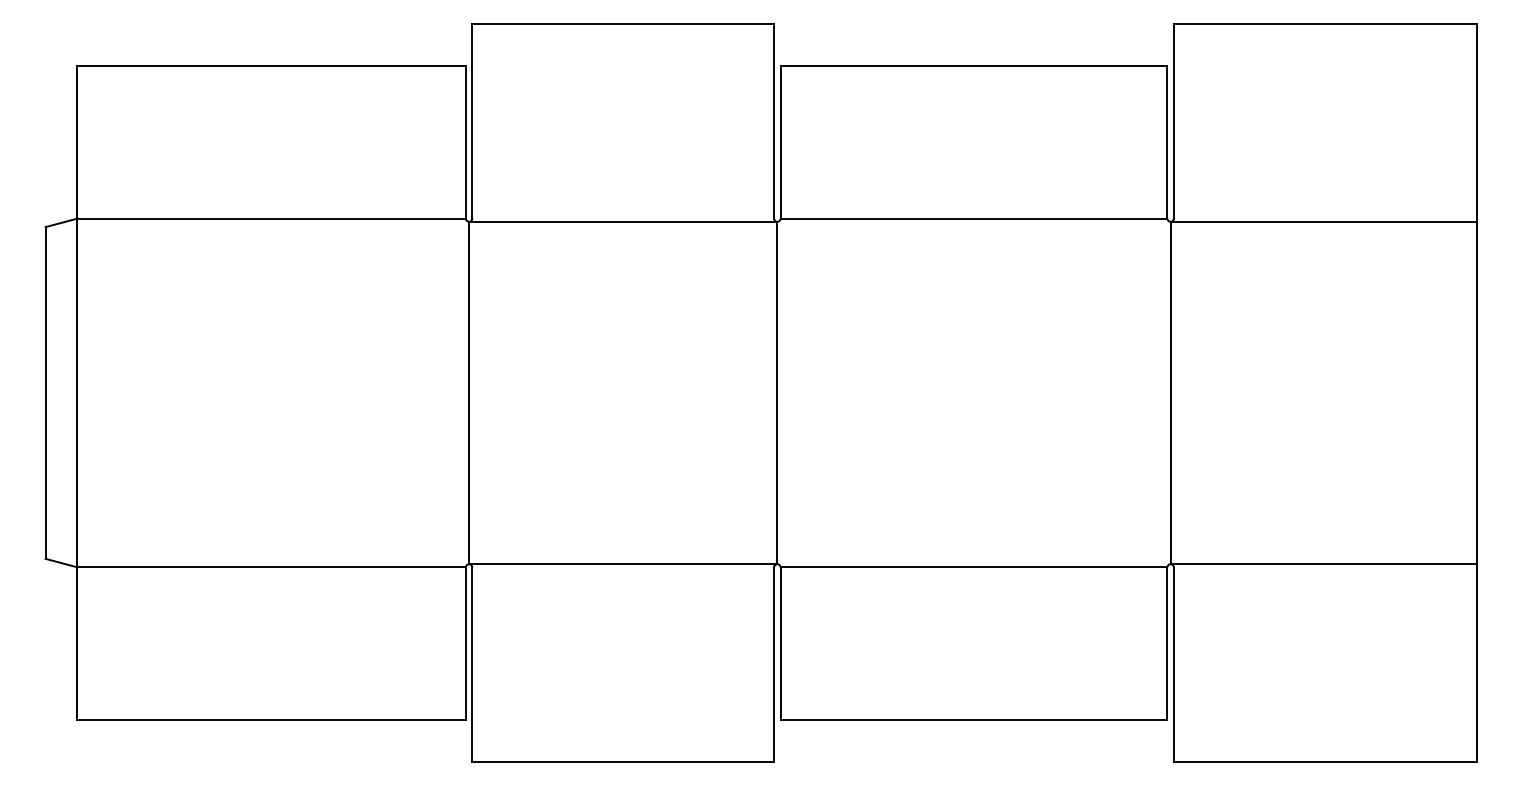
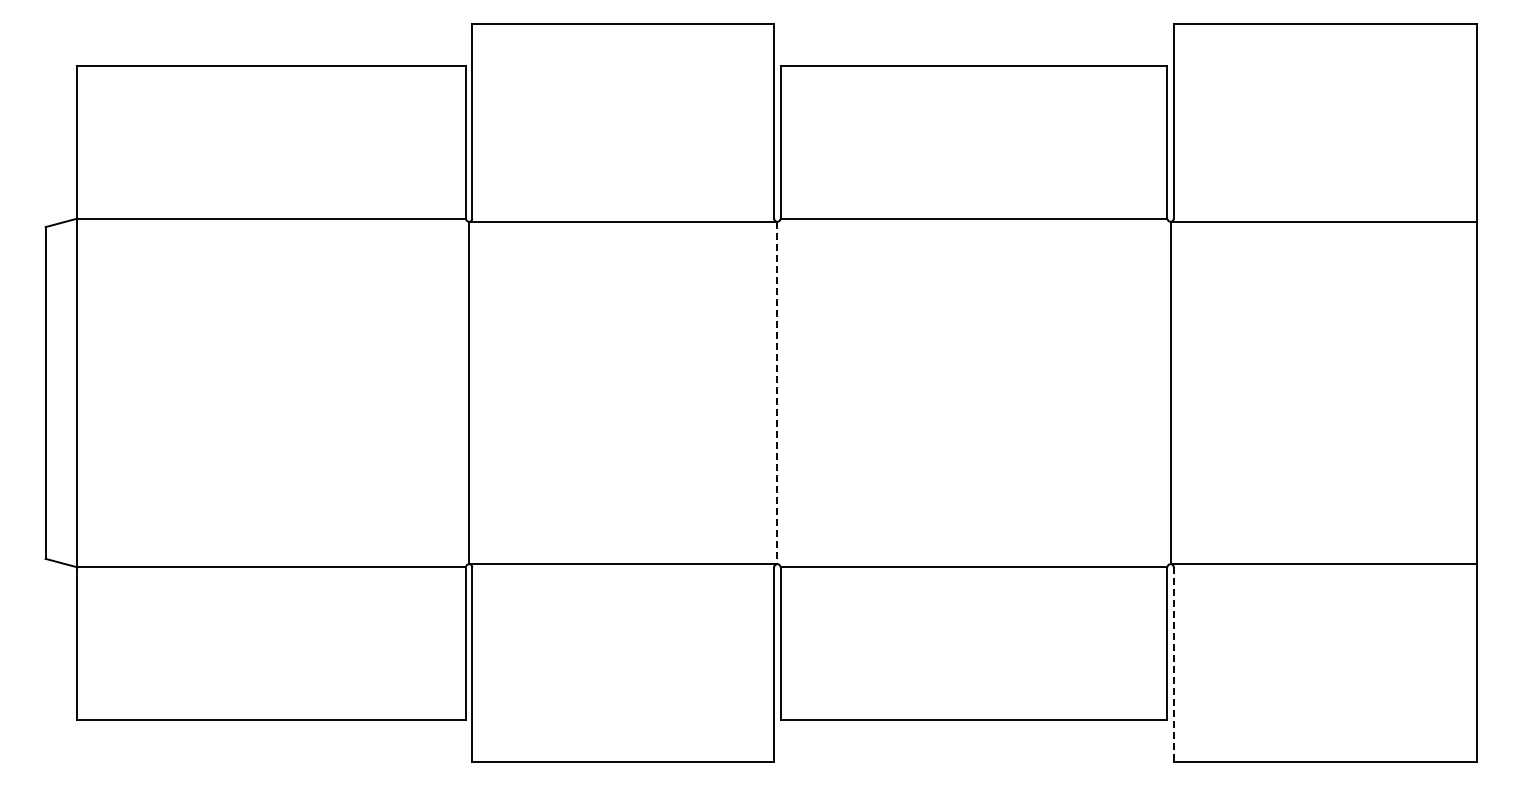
line at (777, 393): solid -> dashed
line at (1173, 664): solid -> dashed
